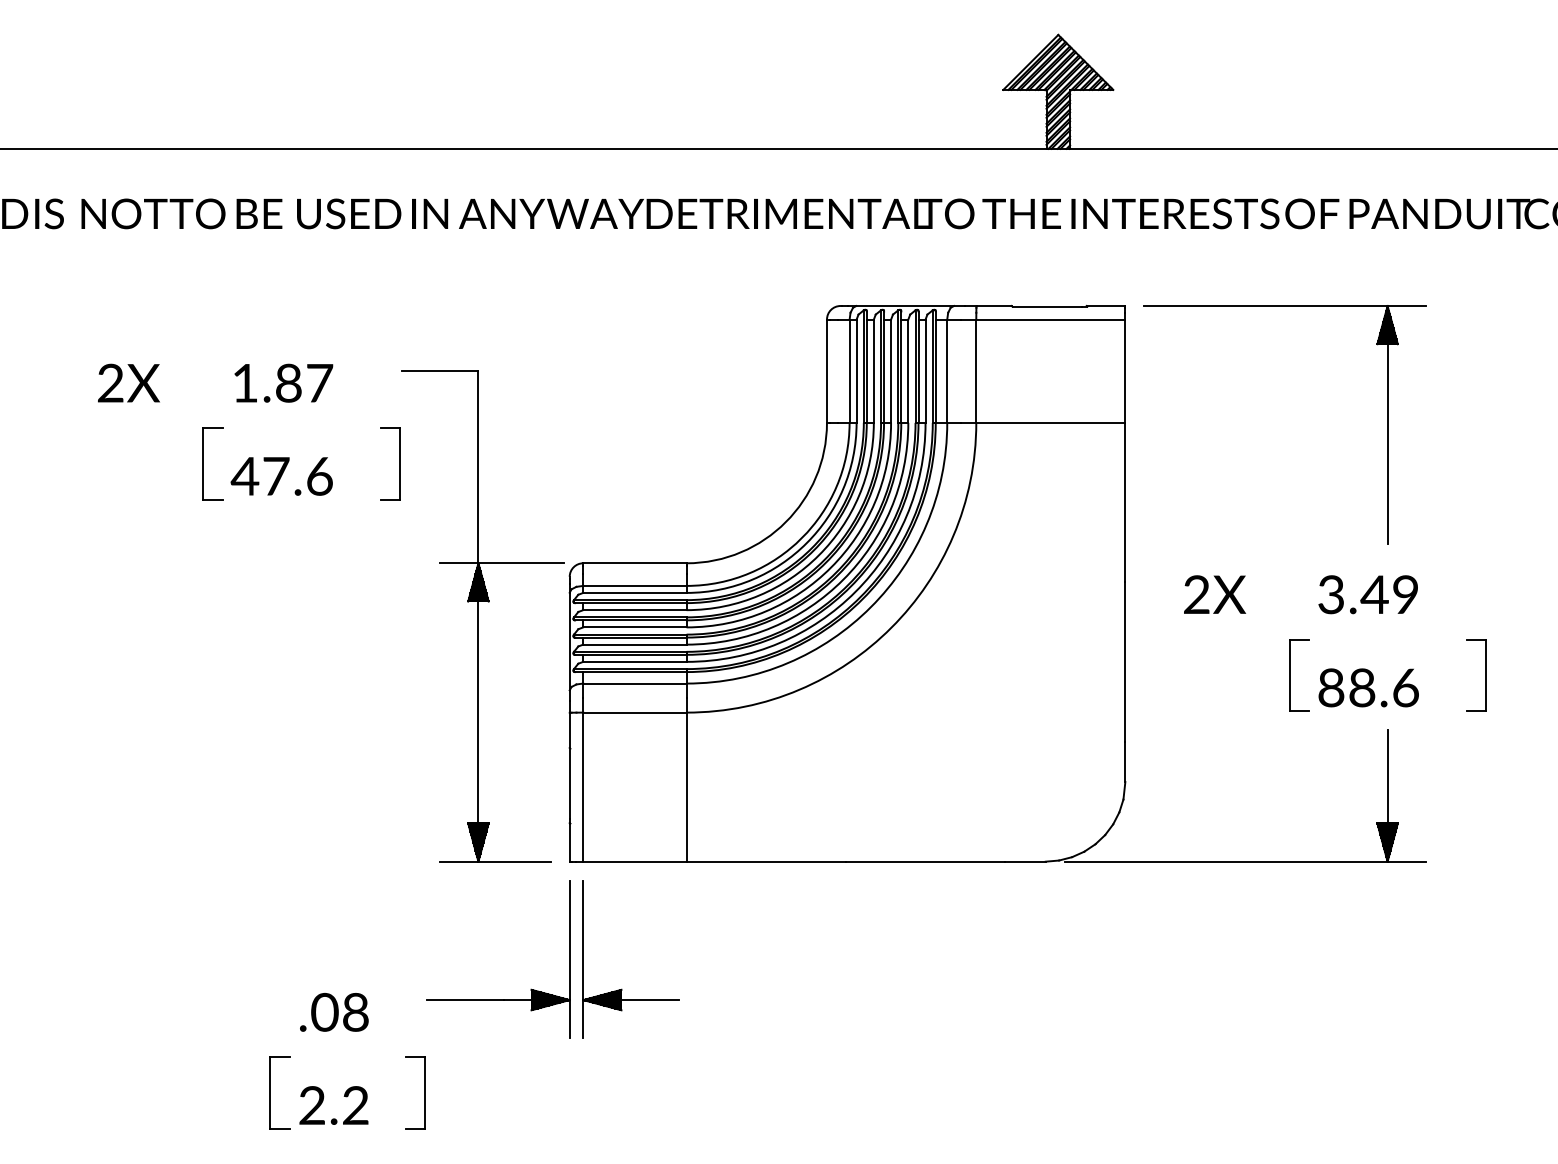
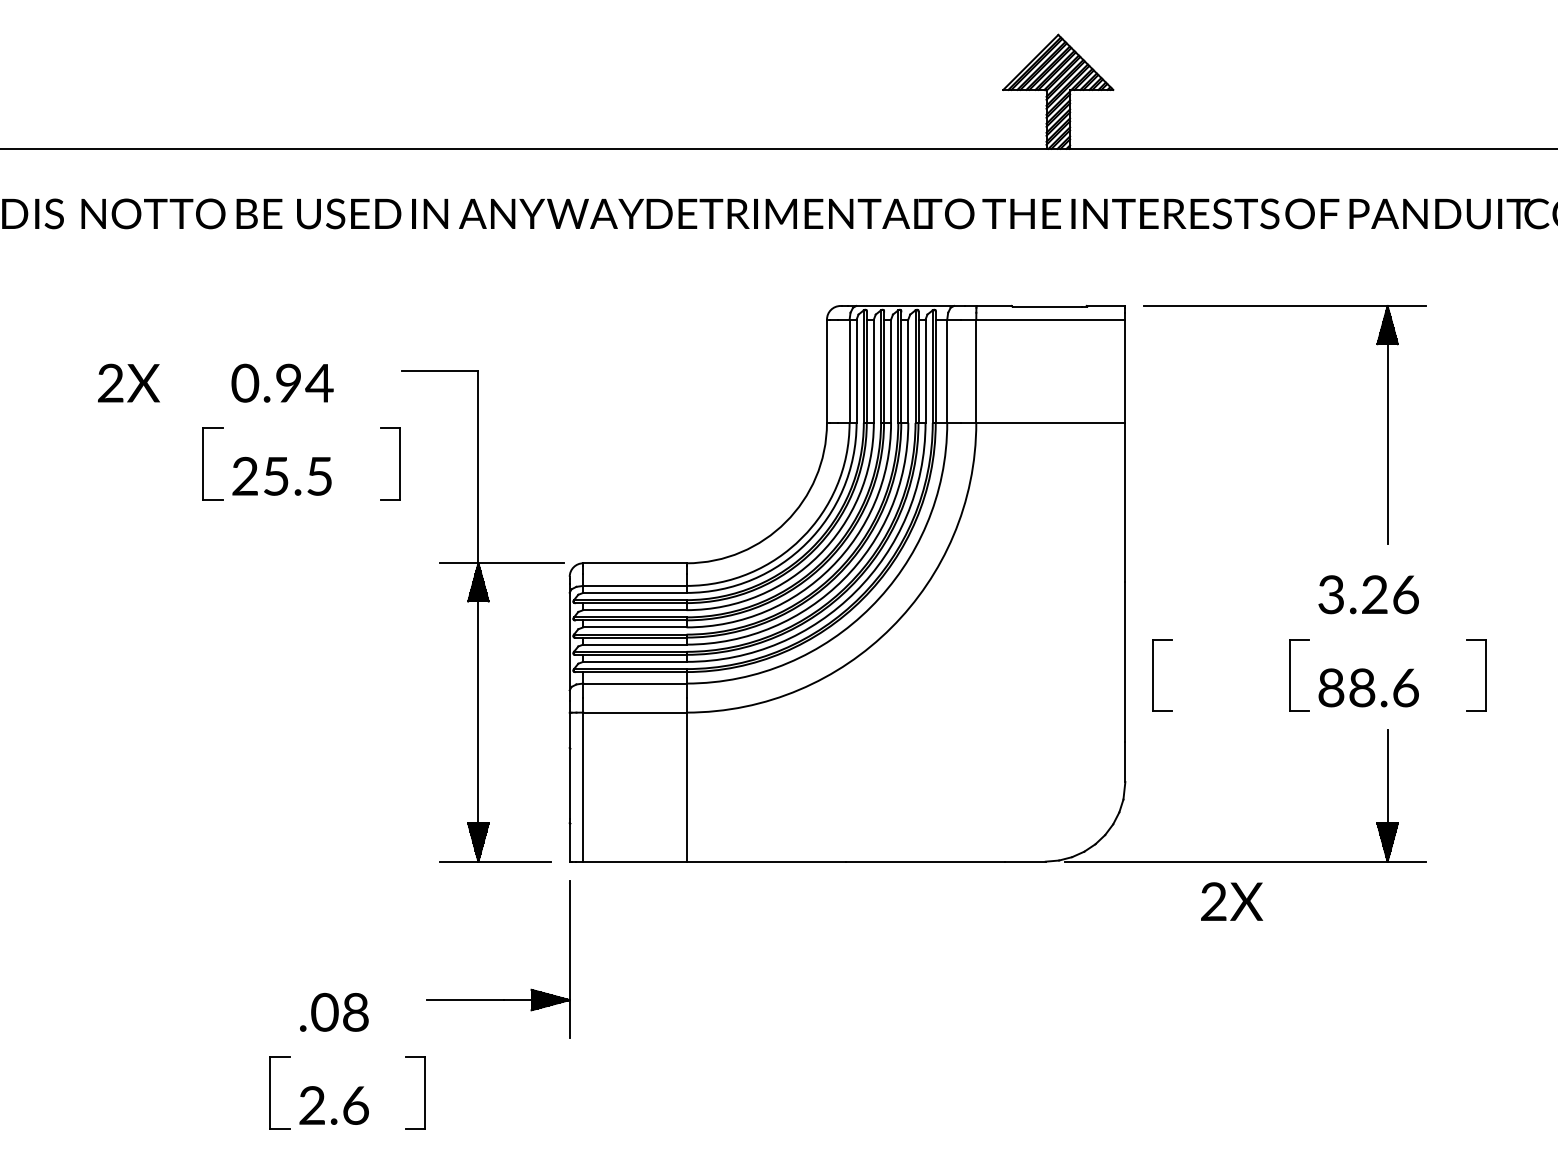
text at (282, 382): 1.87 -> 0.94
text at (281, 475): 47.6 -> 25.5
text at (1215, 594) position: (1215, 594) -> (1232, 901)
text at (1389, 594): 3.49 -> 3.26
part at (1153, 675): none -> present
part at (621, 988): present -> none
text at (355, 1105): 2.2 -> 2.6
